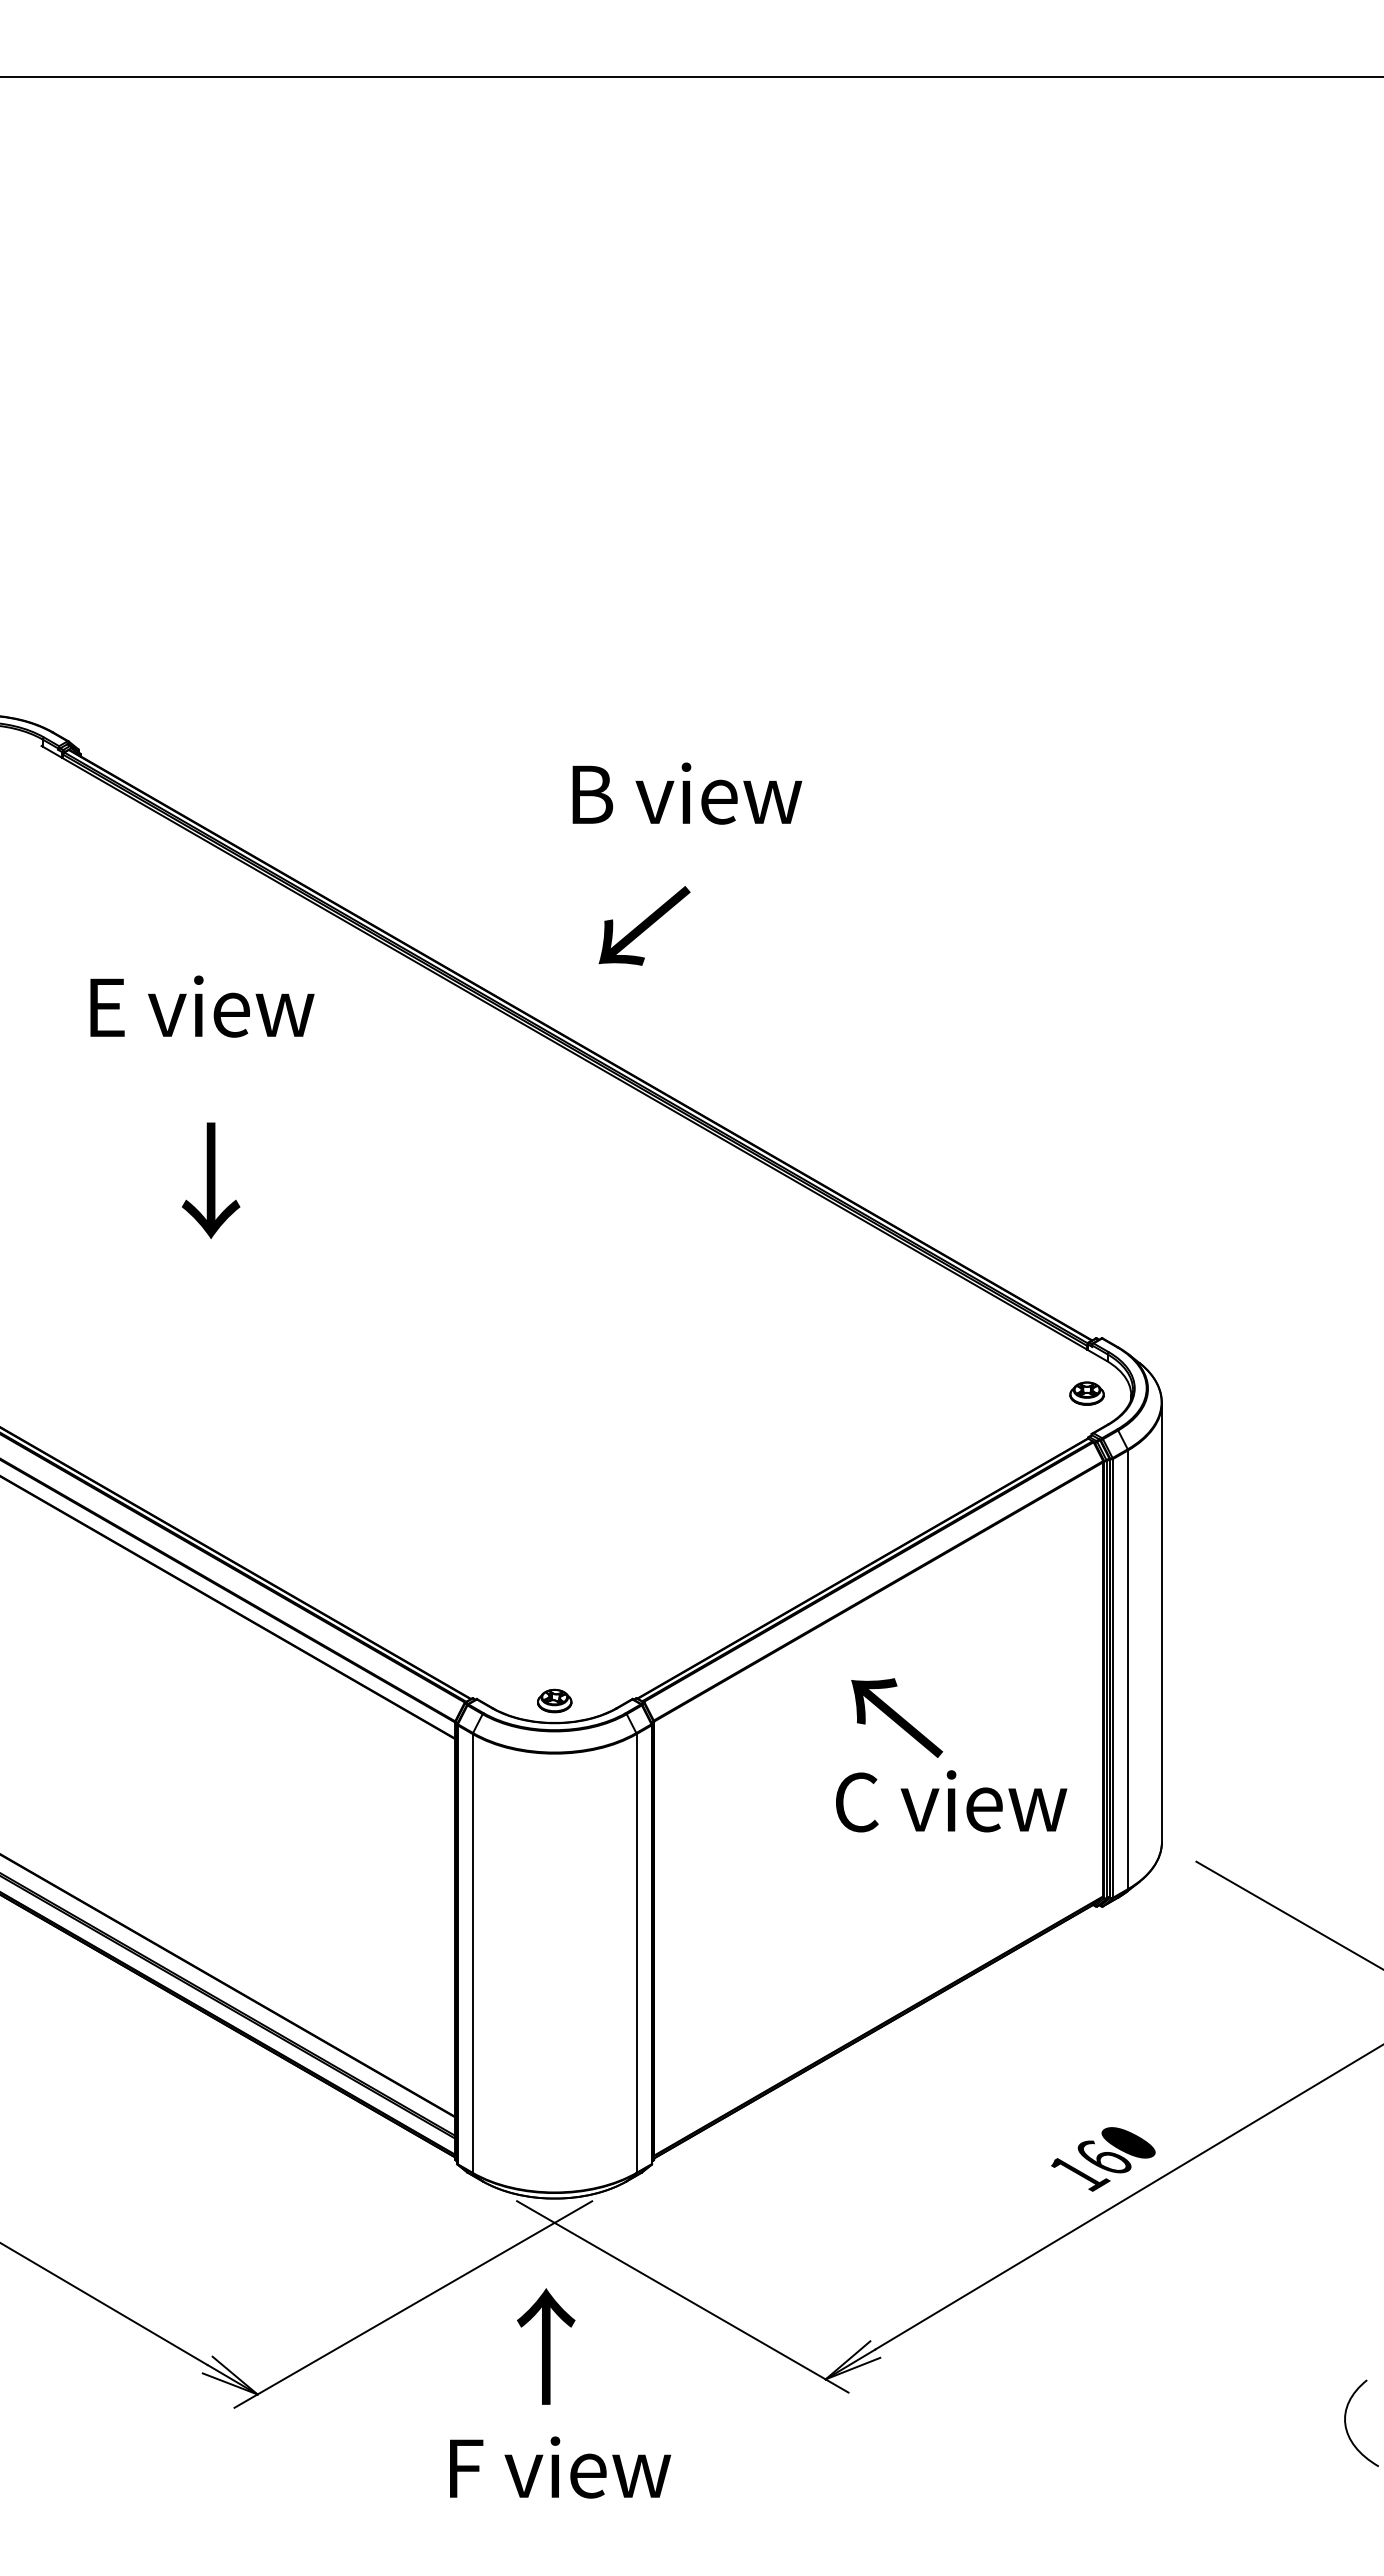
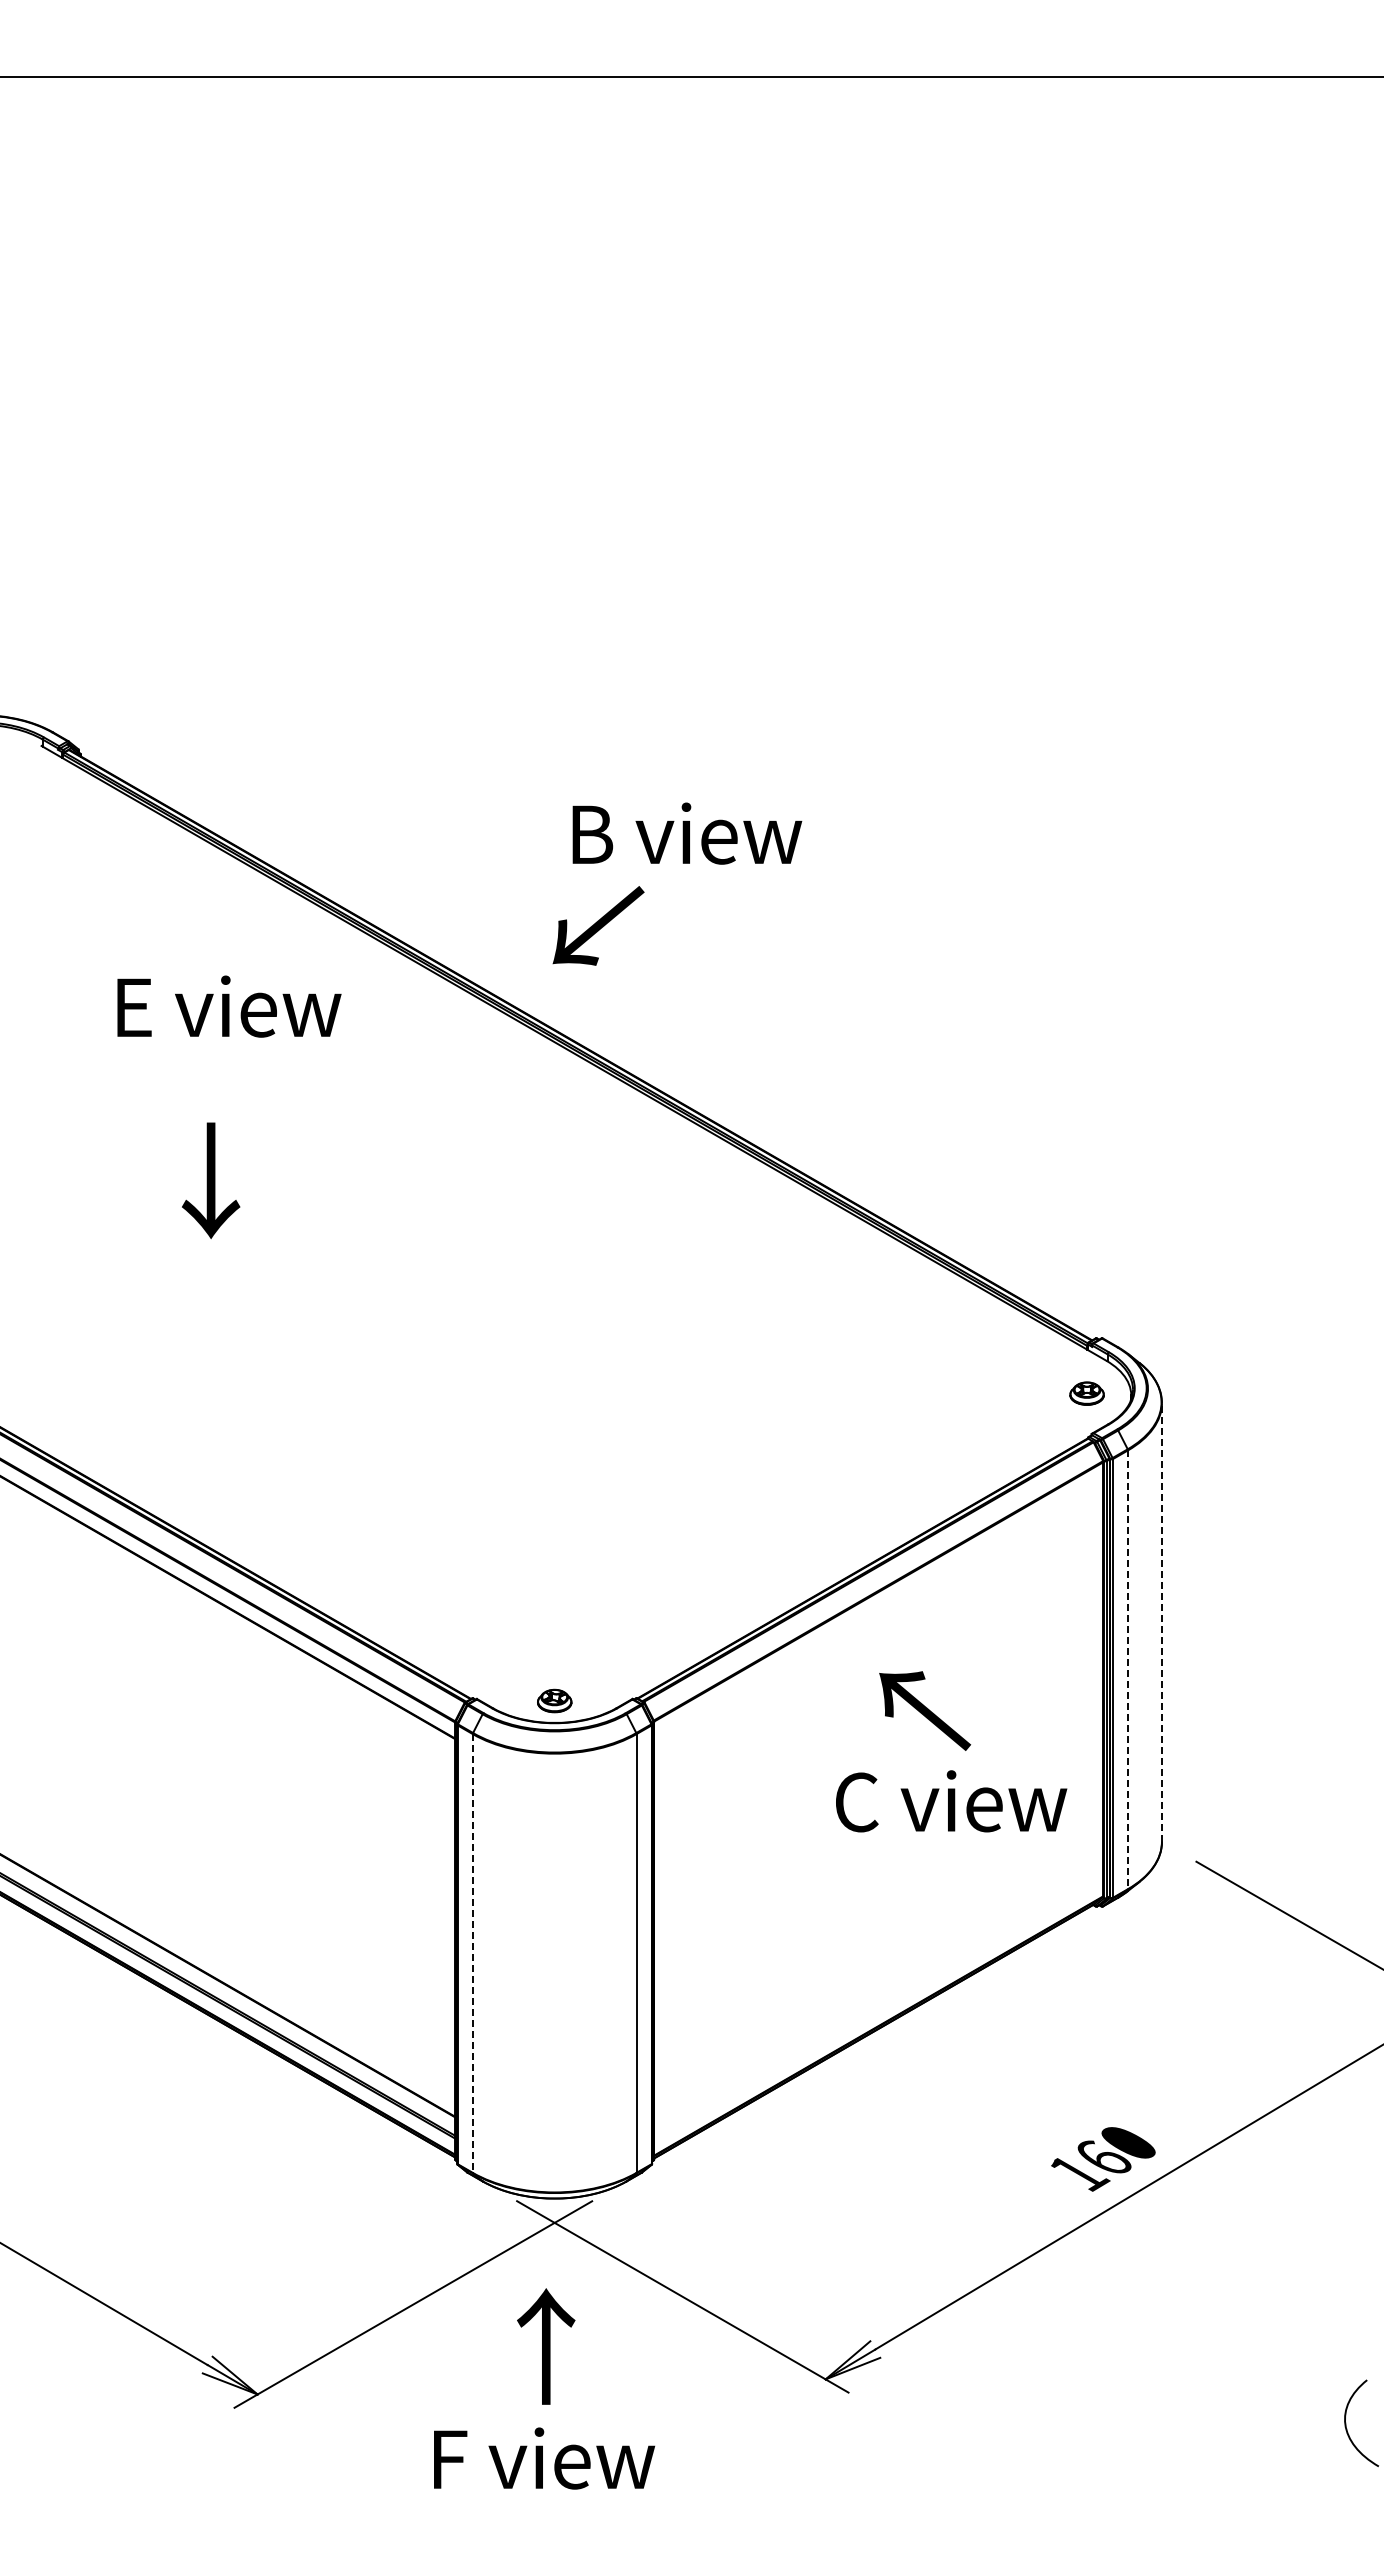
text at (687, 793) position: (687, 793) -> (687, 833)
text at (644, 925) position: (644, 925) -> (598, 925)
text at (202, 1006) position: (202, 1006) -> (229, 1006)
line at (1161, 1621): solid -> dashed
line at (1128, 1670): solid -> dashed
text at (897, 1717) position: (897, 1717) -> (925, 1710)
line at (472, 1953): solid -> dashed
text at (560, 2467) position: (560, 2467) -> (544, 2458)
